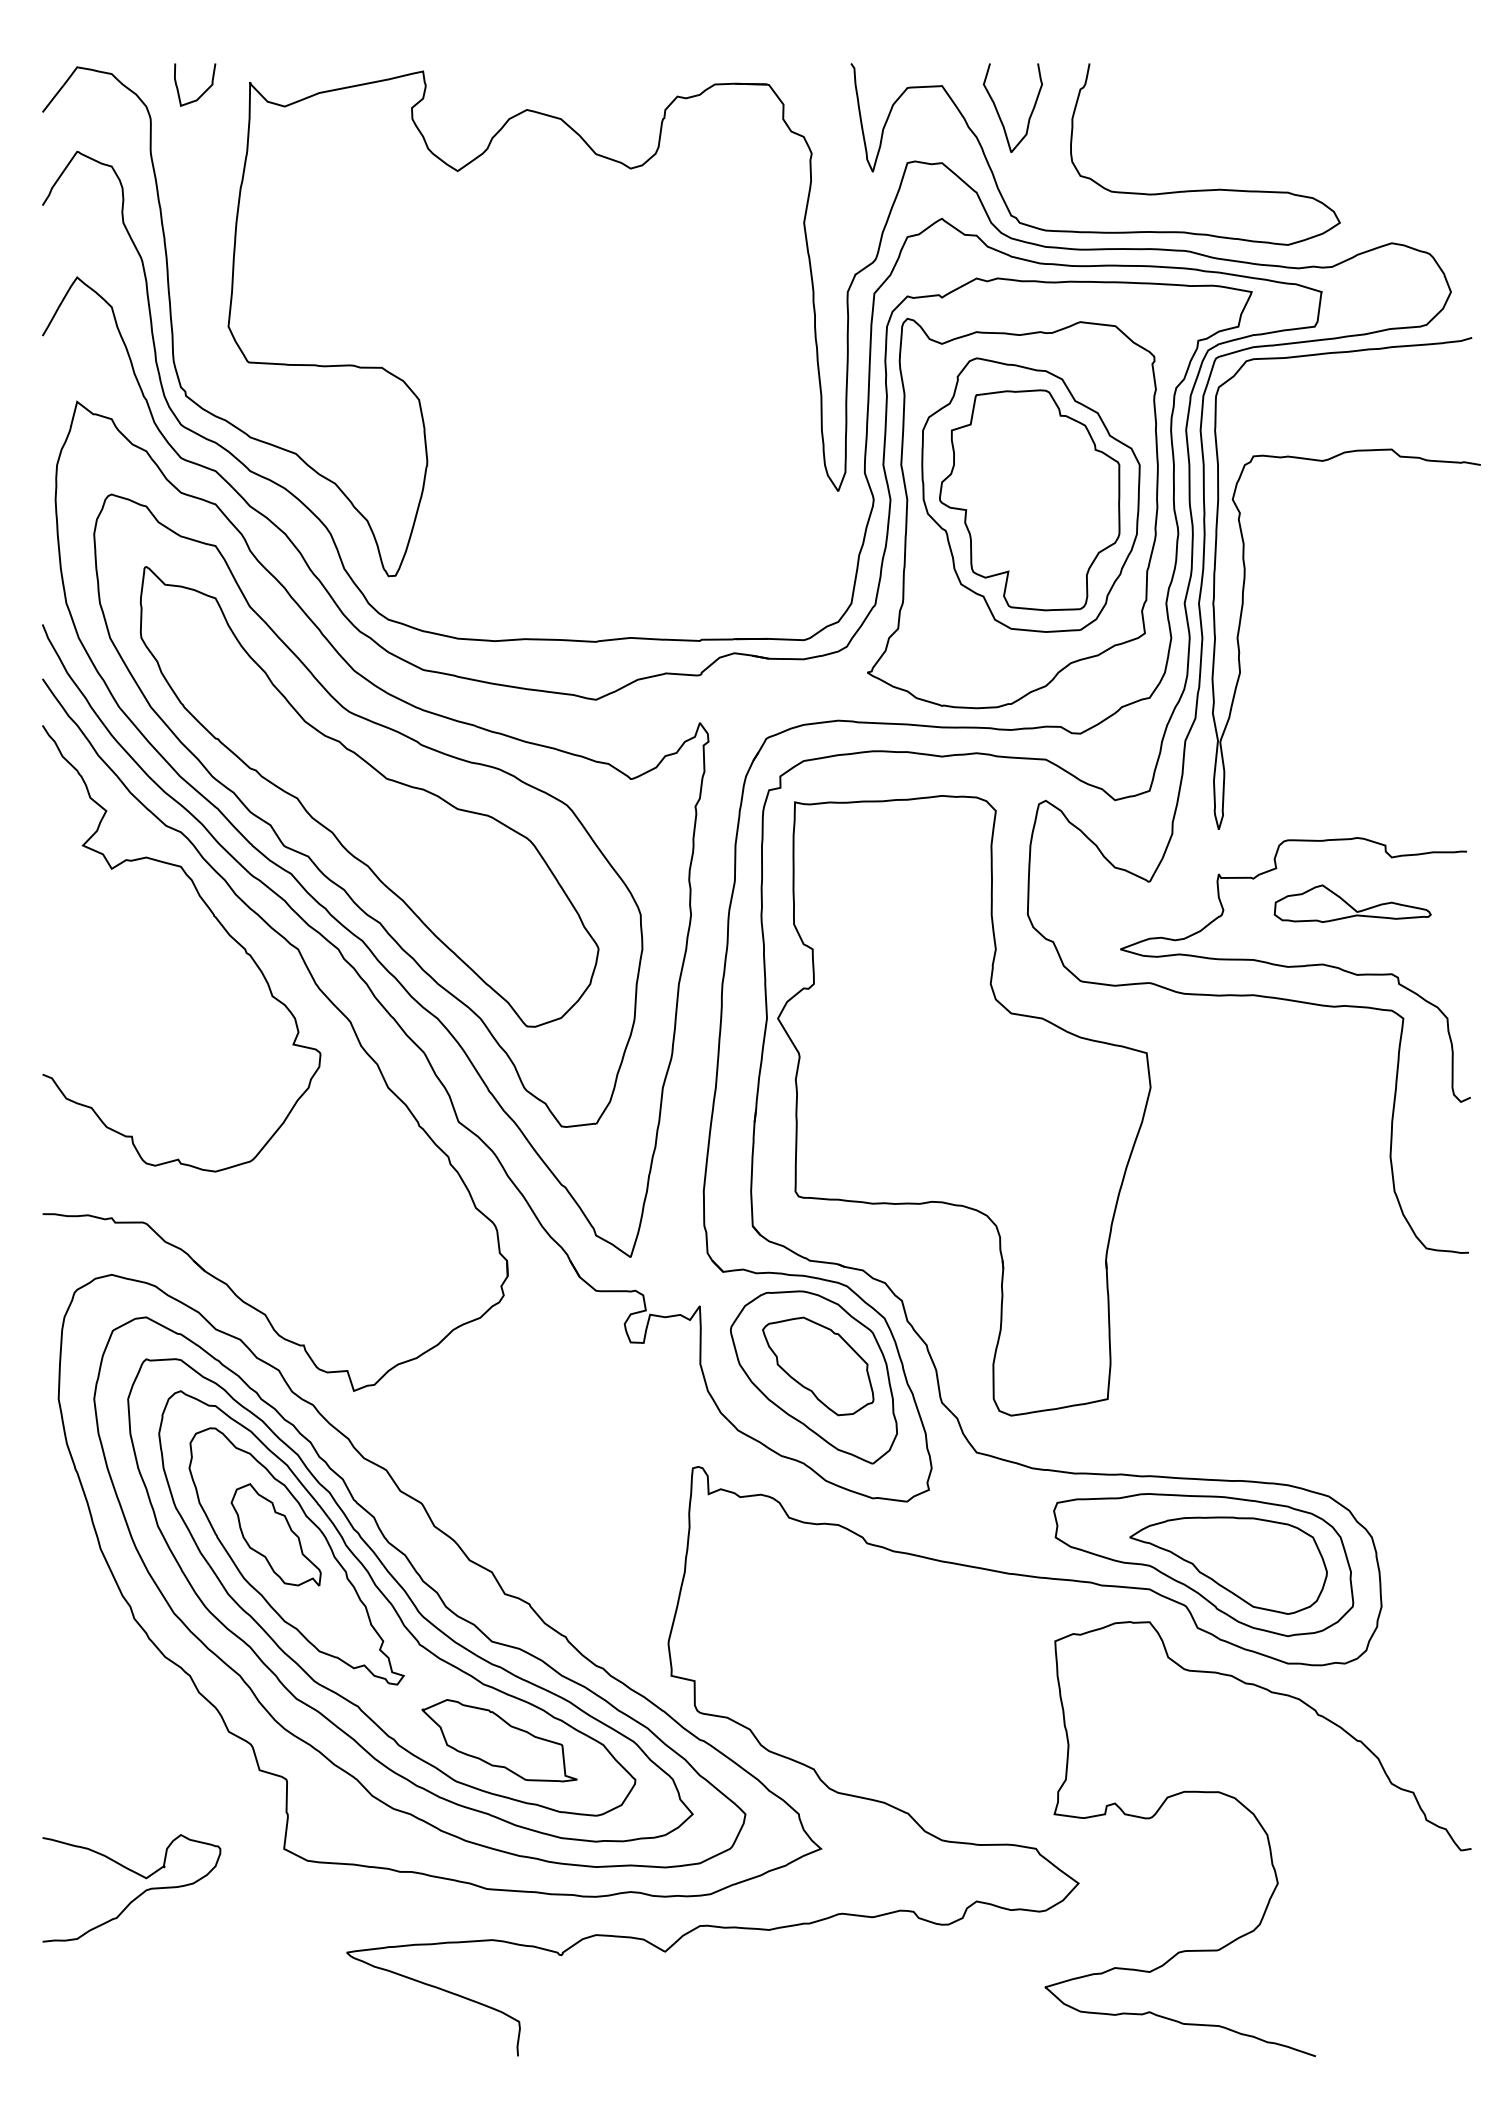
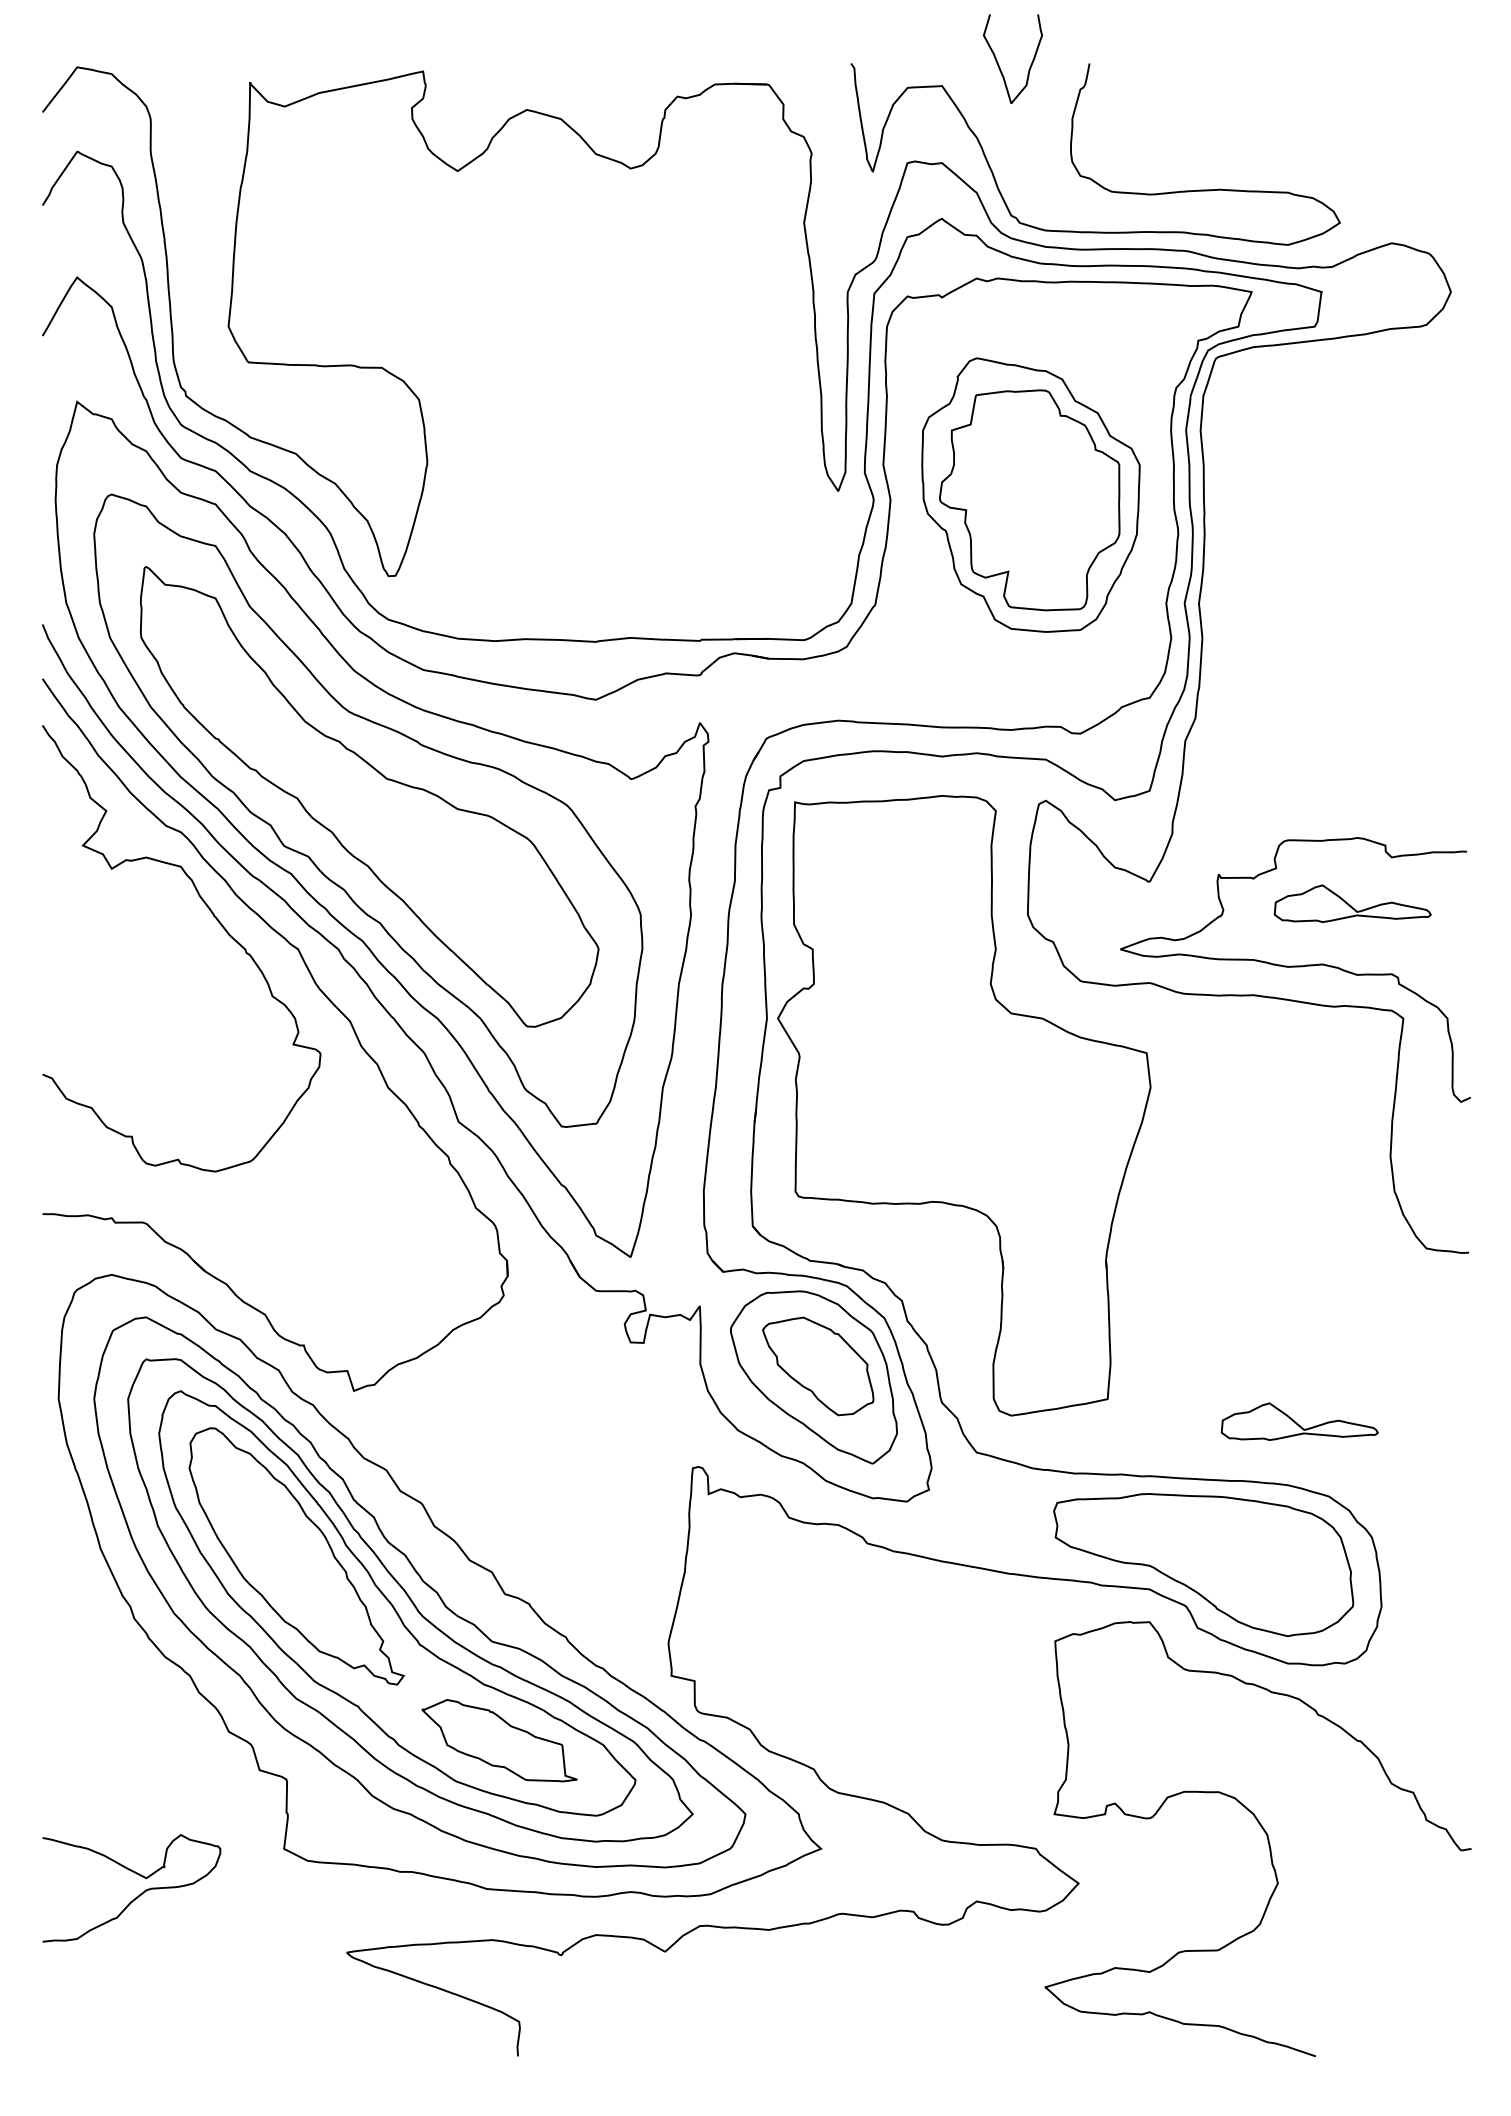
curve at (203, 92): present -> none
curve at (998, 111) position: (998, 111) -> (998, 62)
part at (1012, 513): present -> none
curve at (1245, 580): present -> none
part at (1299, 1421): none -> present
part at (275, 1534): present -> none
part at (1228, 1565): present -> none
